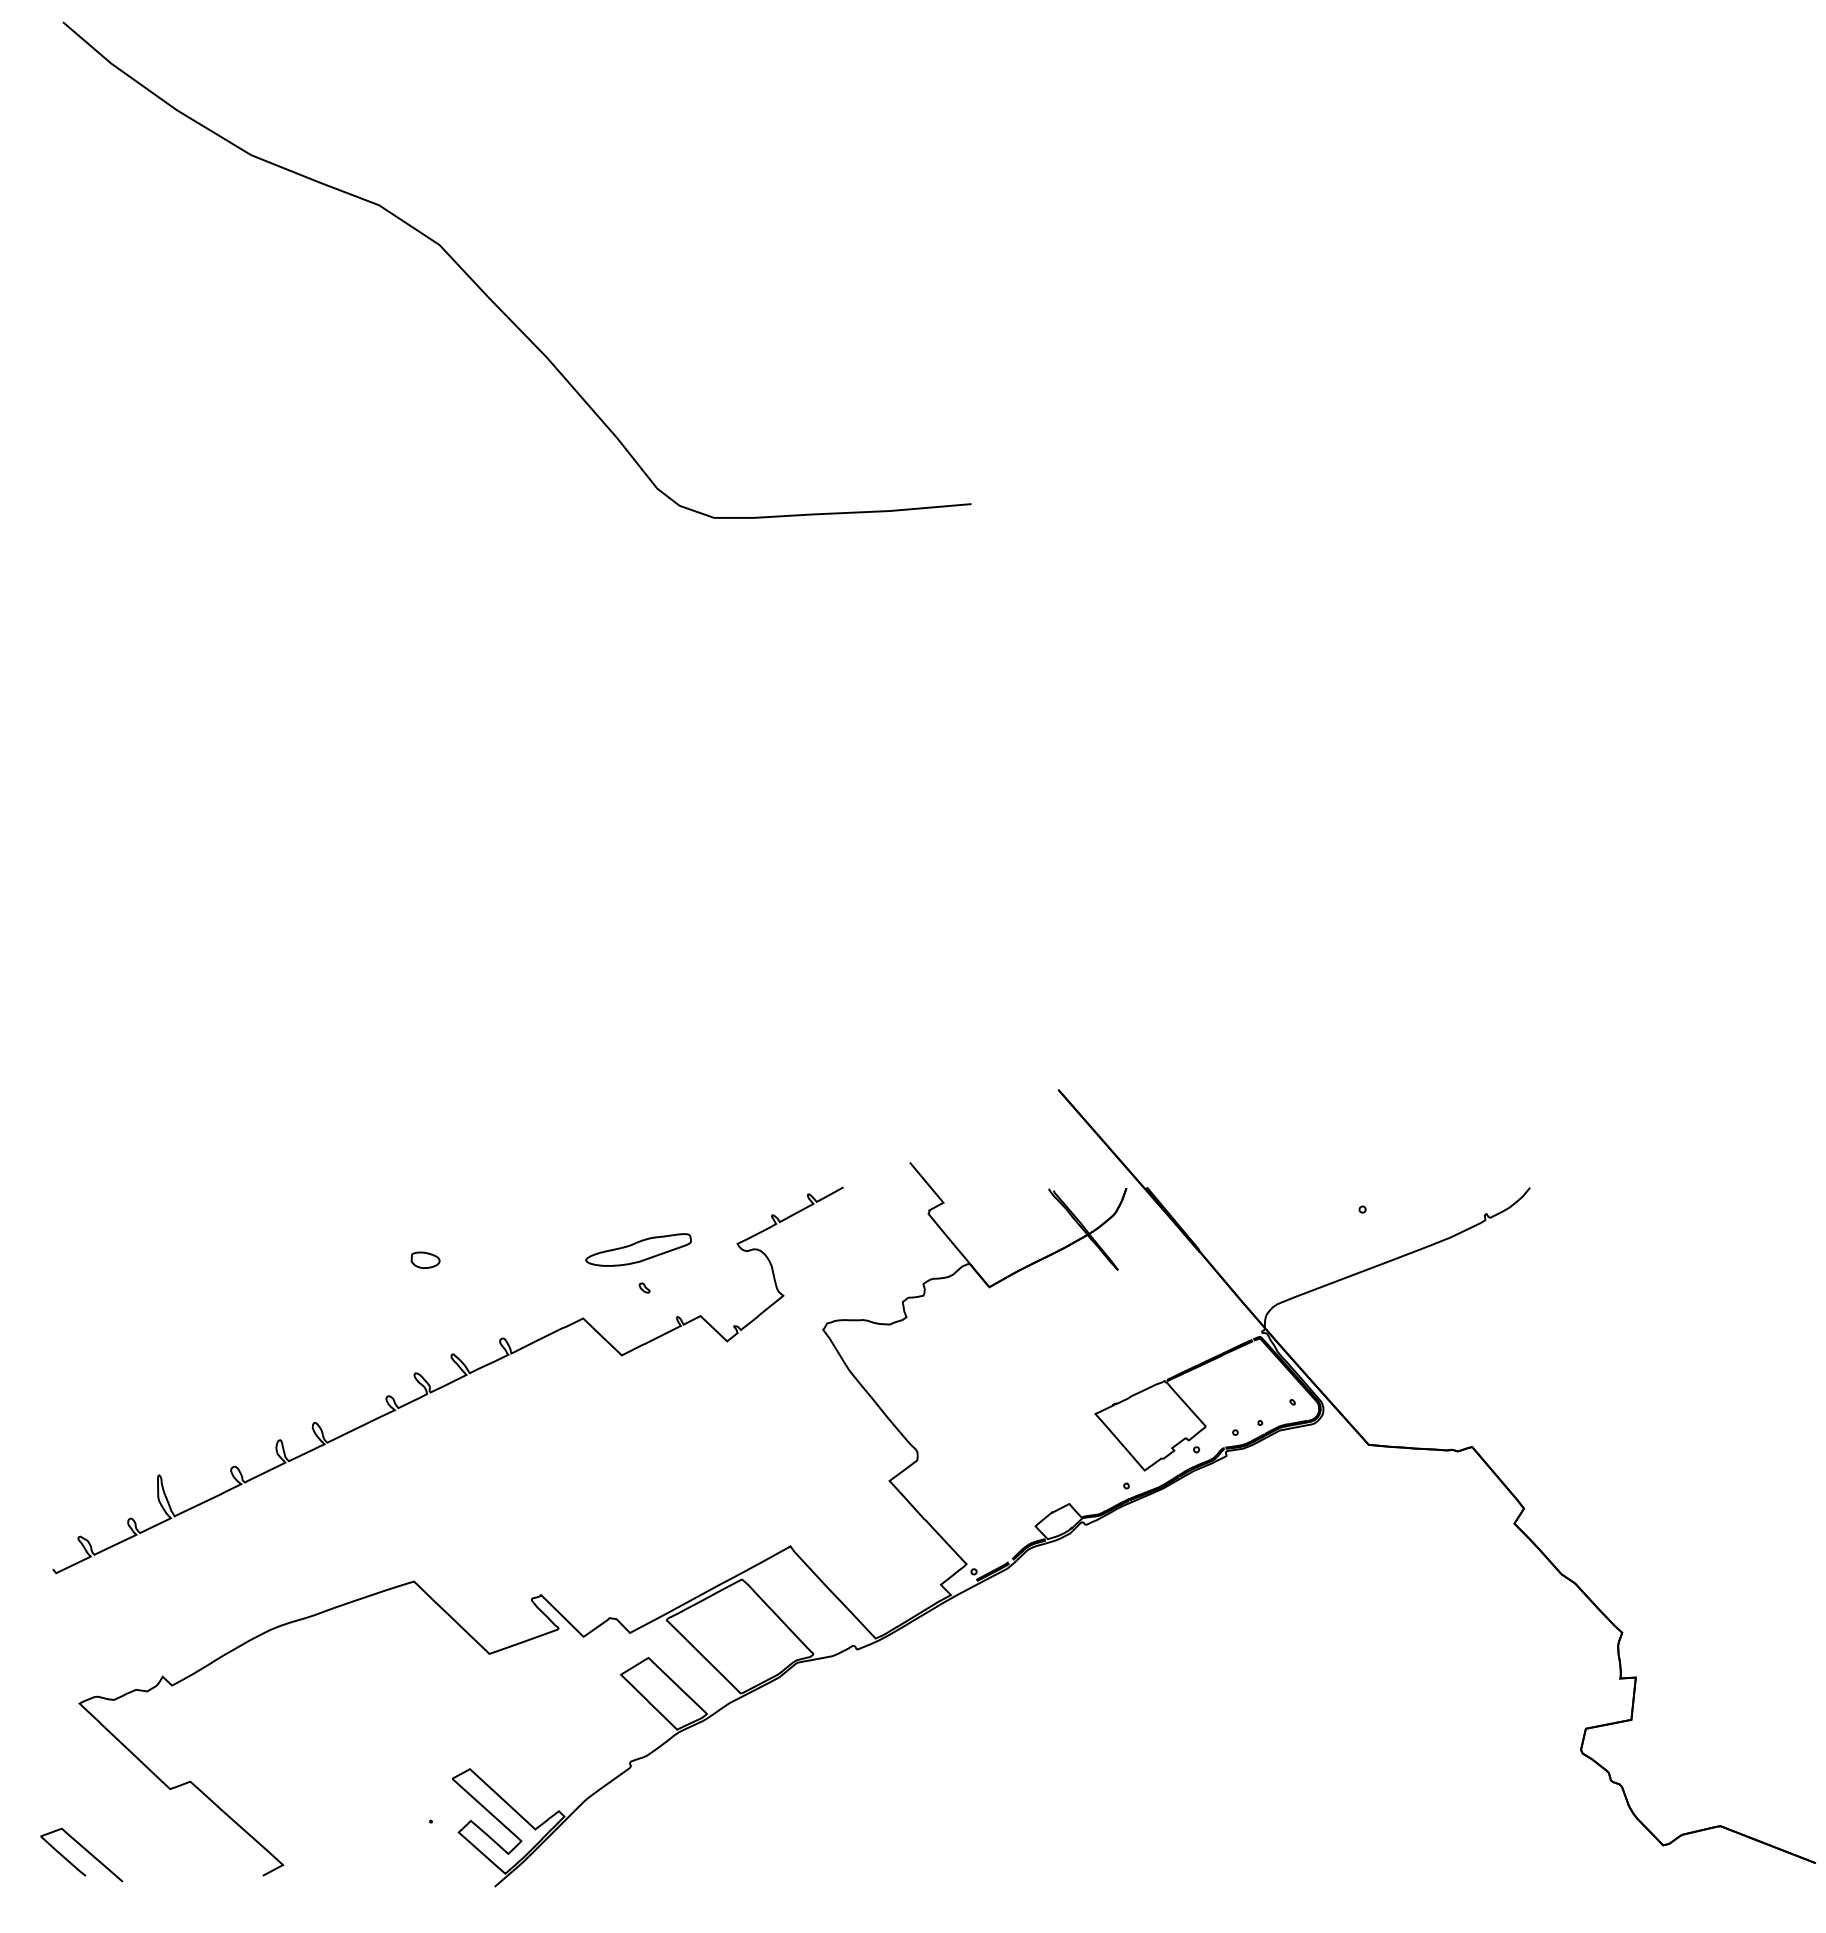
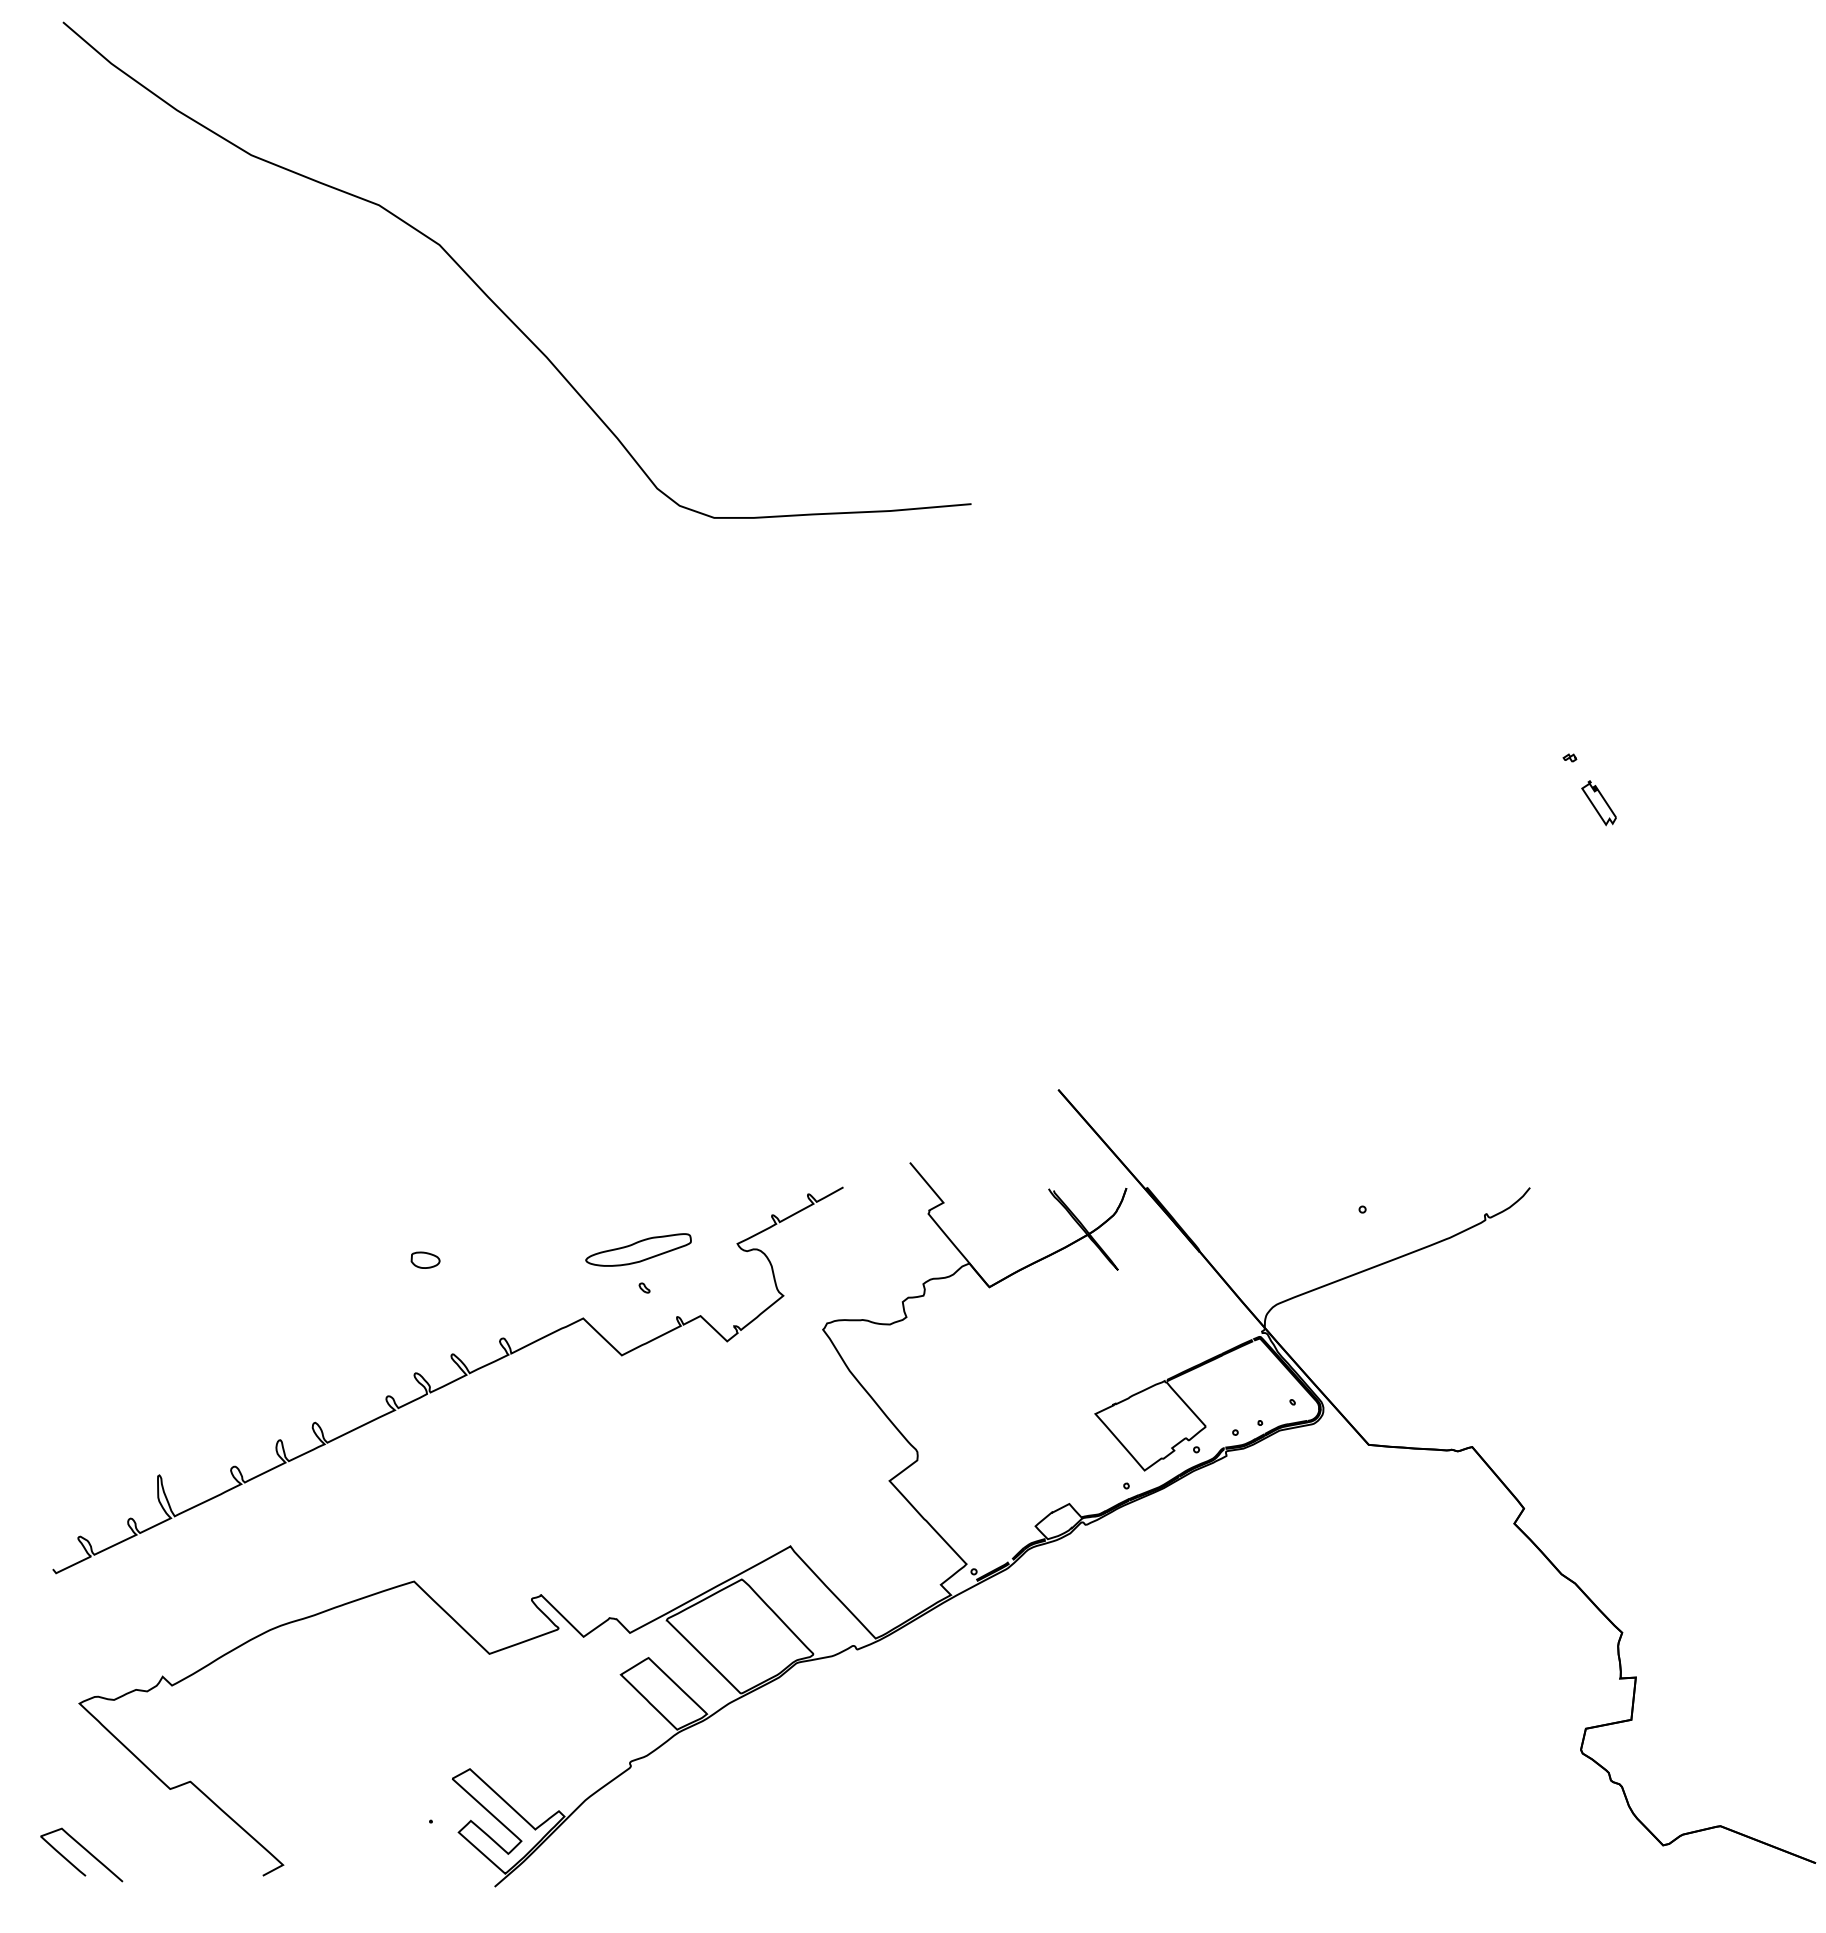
part at (1589, 789): none -> present
